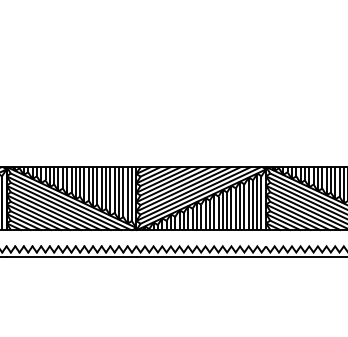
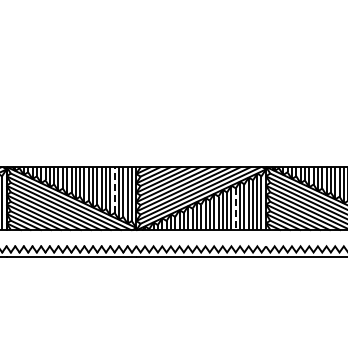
line at (114, 189): solid -> dashed
line at (235, 209): solid -> dashed
